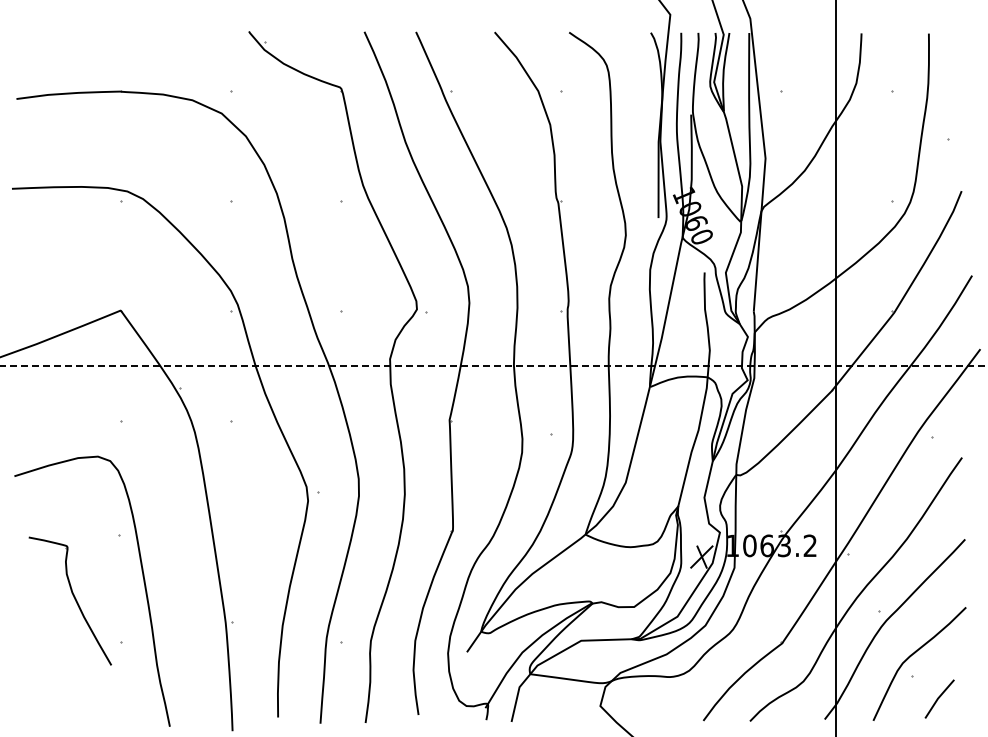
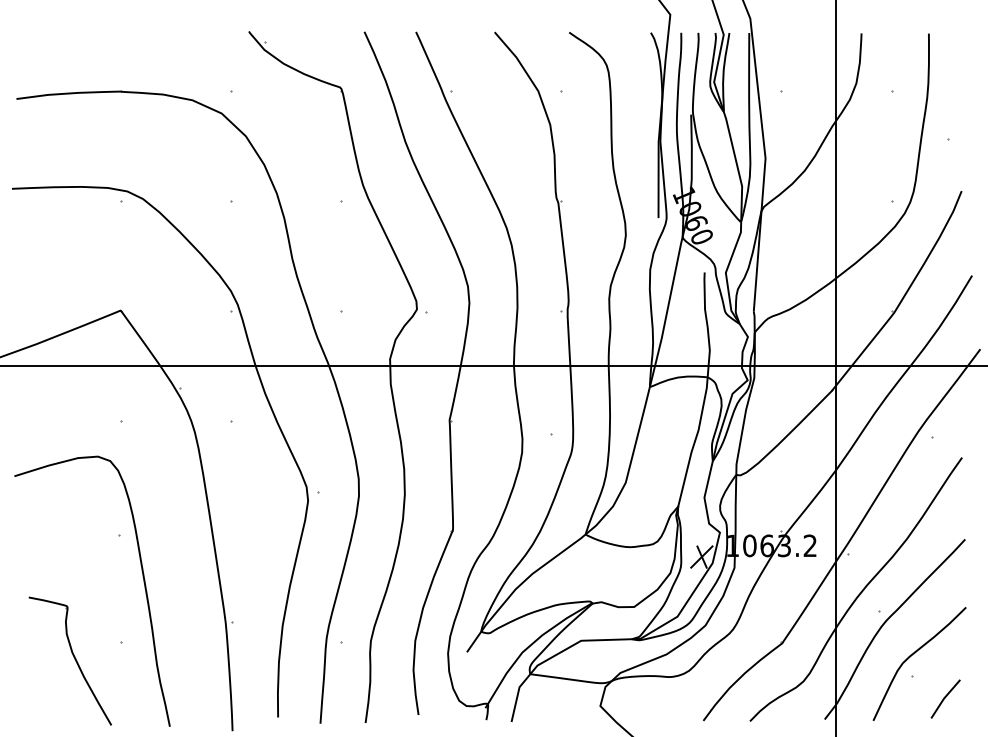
line at (493, 366): dashed -> solid
part at (69, 600) position: (69, 600) -> (69, 660)
line at (939, 698) position: (939, 698) -> (945, 698)
